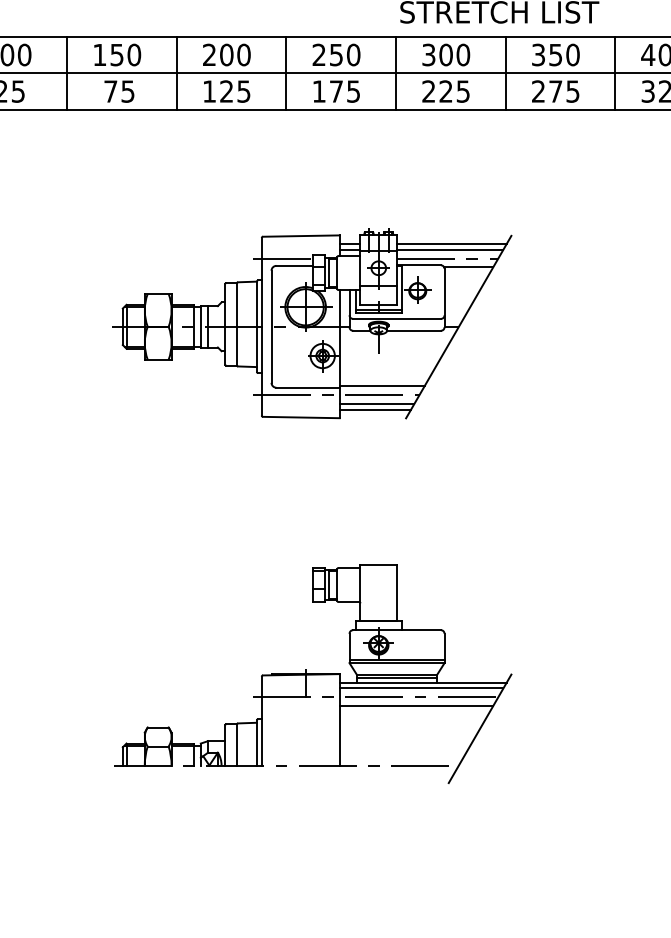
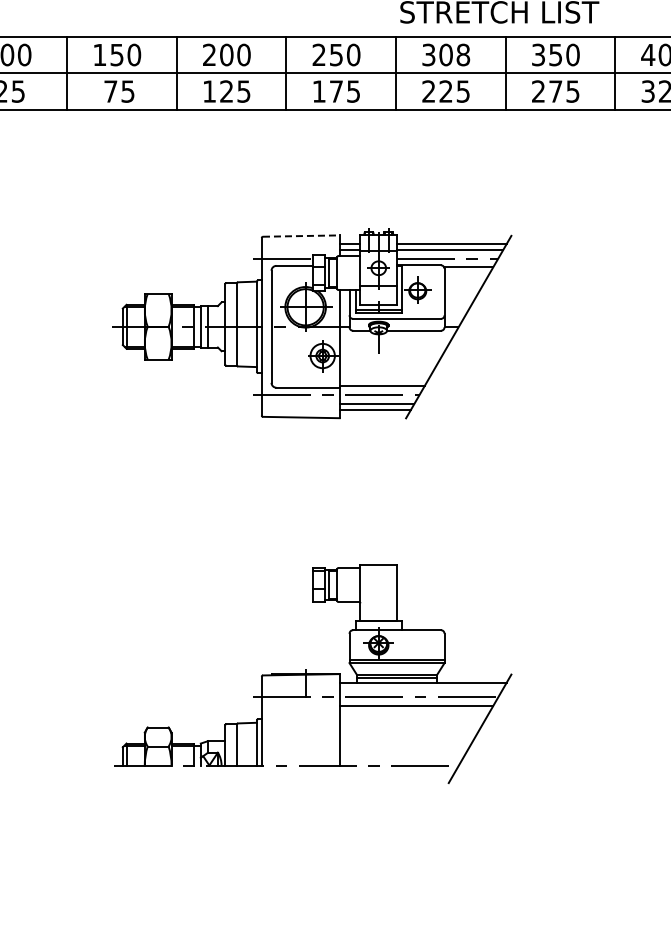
text at (463, 55): 300 -> 308
line at (301, 236): solid -> dashed
line at (421, 688): present -> none
